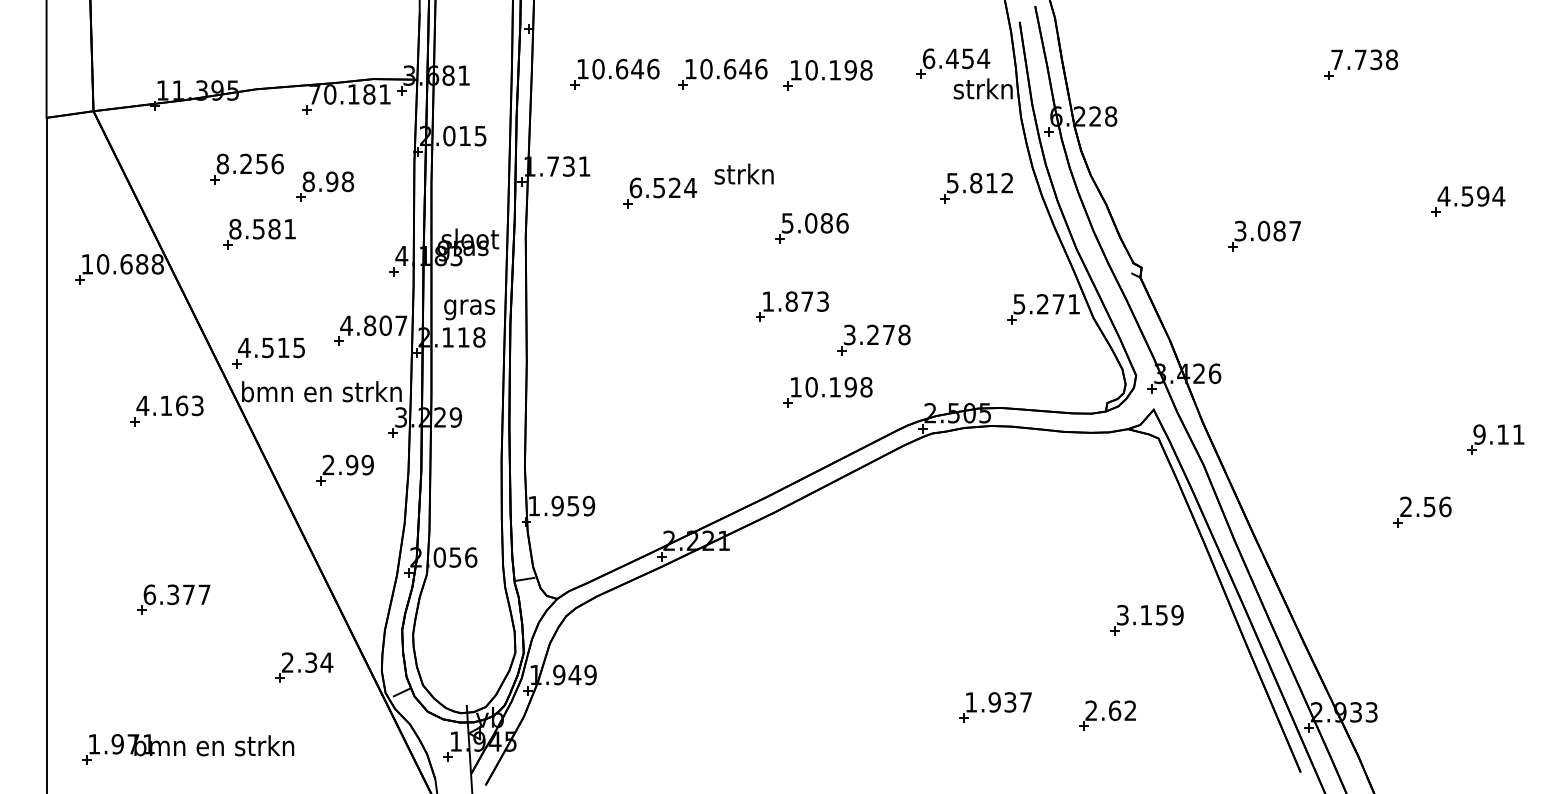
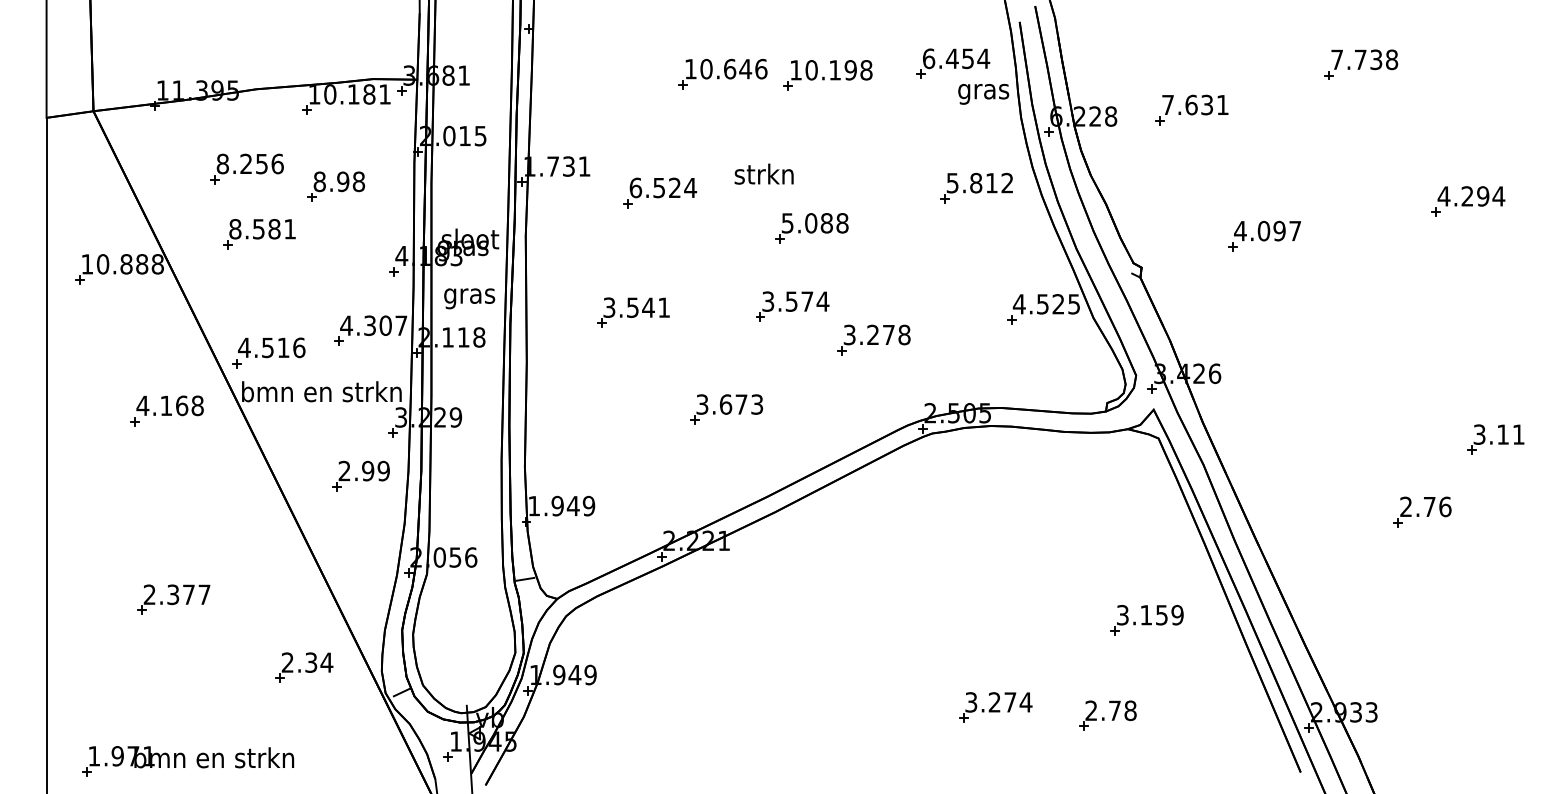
part at (614, 73): present -> none
text at (982, 91): strkn -> gras
text at (314, 94): 70.181 -> 10.181
part at (1191, 109): none -> present
text at (743, 173) position: (743, 173) -> (763, 173)
part at (325, 186) position: (325, 186) -> (336, 186)
text at (1467, 196): 4.594 -> 4.294
text at (842, 223): 5.086 -> 5.088
text at (1259, 230): 3.087 -> 4.097
text at (126, 264): 10.688 -> 10.888
text at (795, 301): 1.873 -> 3.574
text at (1045, 304): 5.271 -> 4.525
text at (469, 309) position: (469, 309) -> (469, 298)
part at (633, 312): none -> present
text at (370, 325): 4.807 -> 4.307
text at (299, 347): 4.515 -> 4.516
part at (827, 392): present -> none
text at (197, 405): 4.163 -> 4.168
part at (726, 409): none -> present
text at (1479, 434): 9.11 -> 3.11
part at (344, 469) position: (344, 469) -> (360, 475)
text at (572, 506): 1.959 -> 1.949
text at (1429, 507): 2.56 -> 2.76
text at (149, 594): 6.377 -> 2.377
text at (998, 702): 1.937 -> 3.274
text at (1122, 710): 2.62 -> 2.78
part at (188, 749) position: (188, 749) -> (188, 761)
